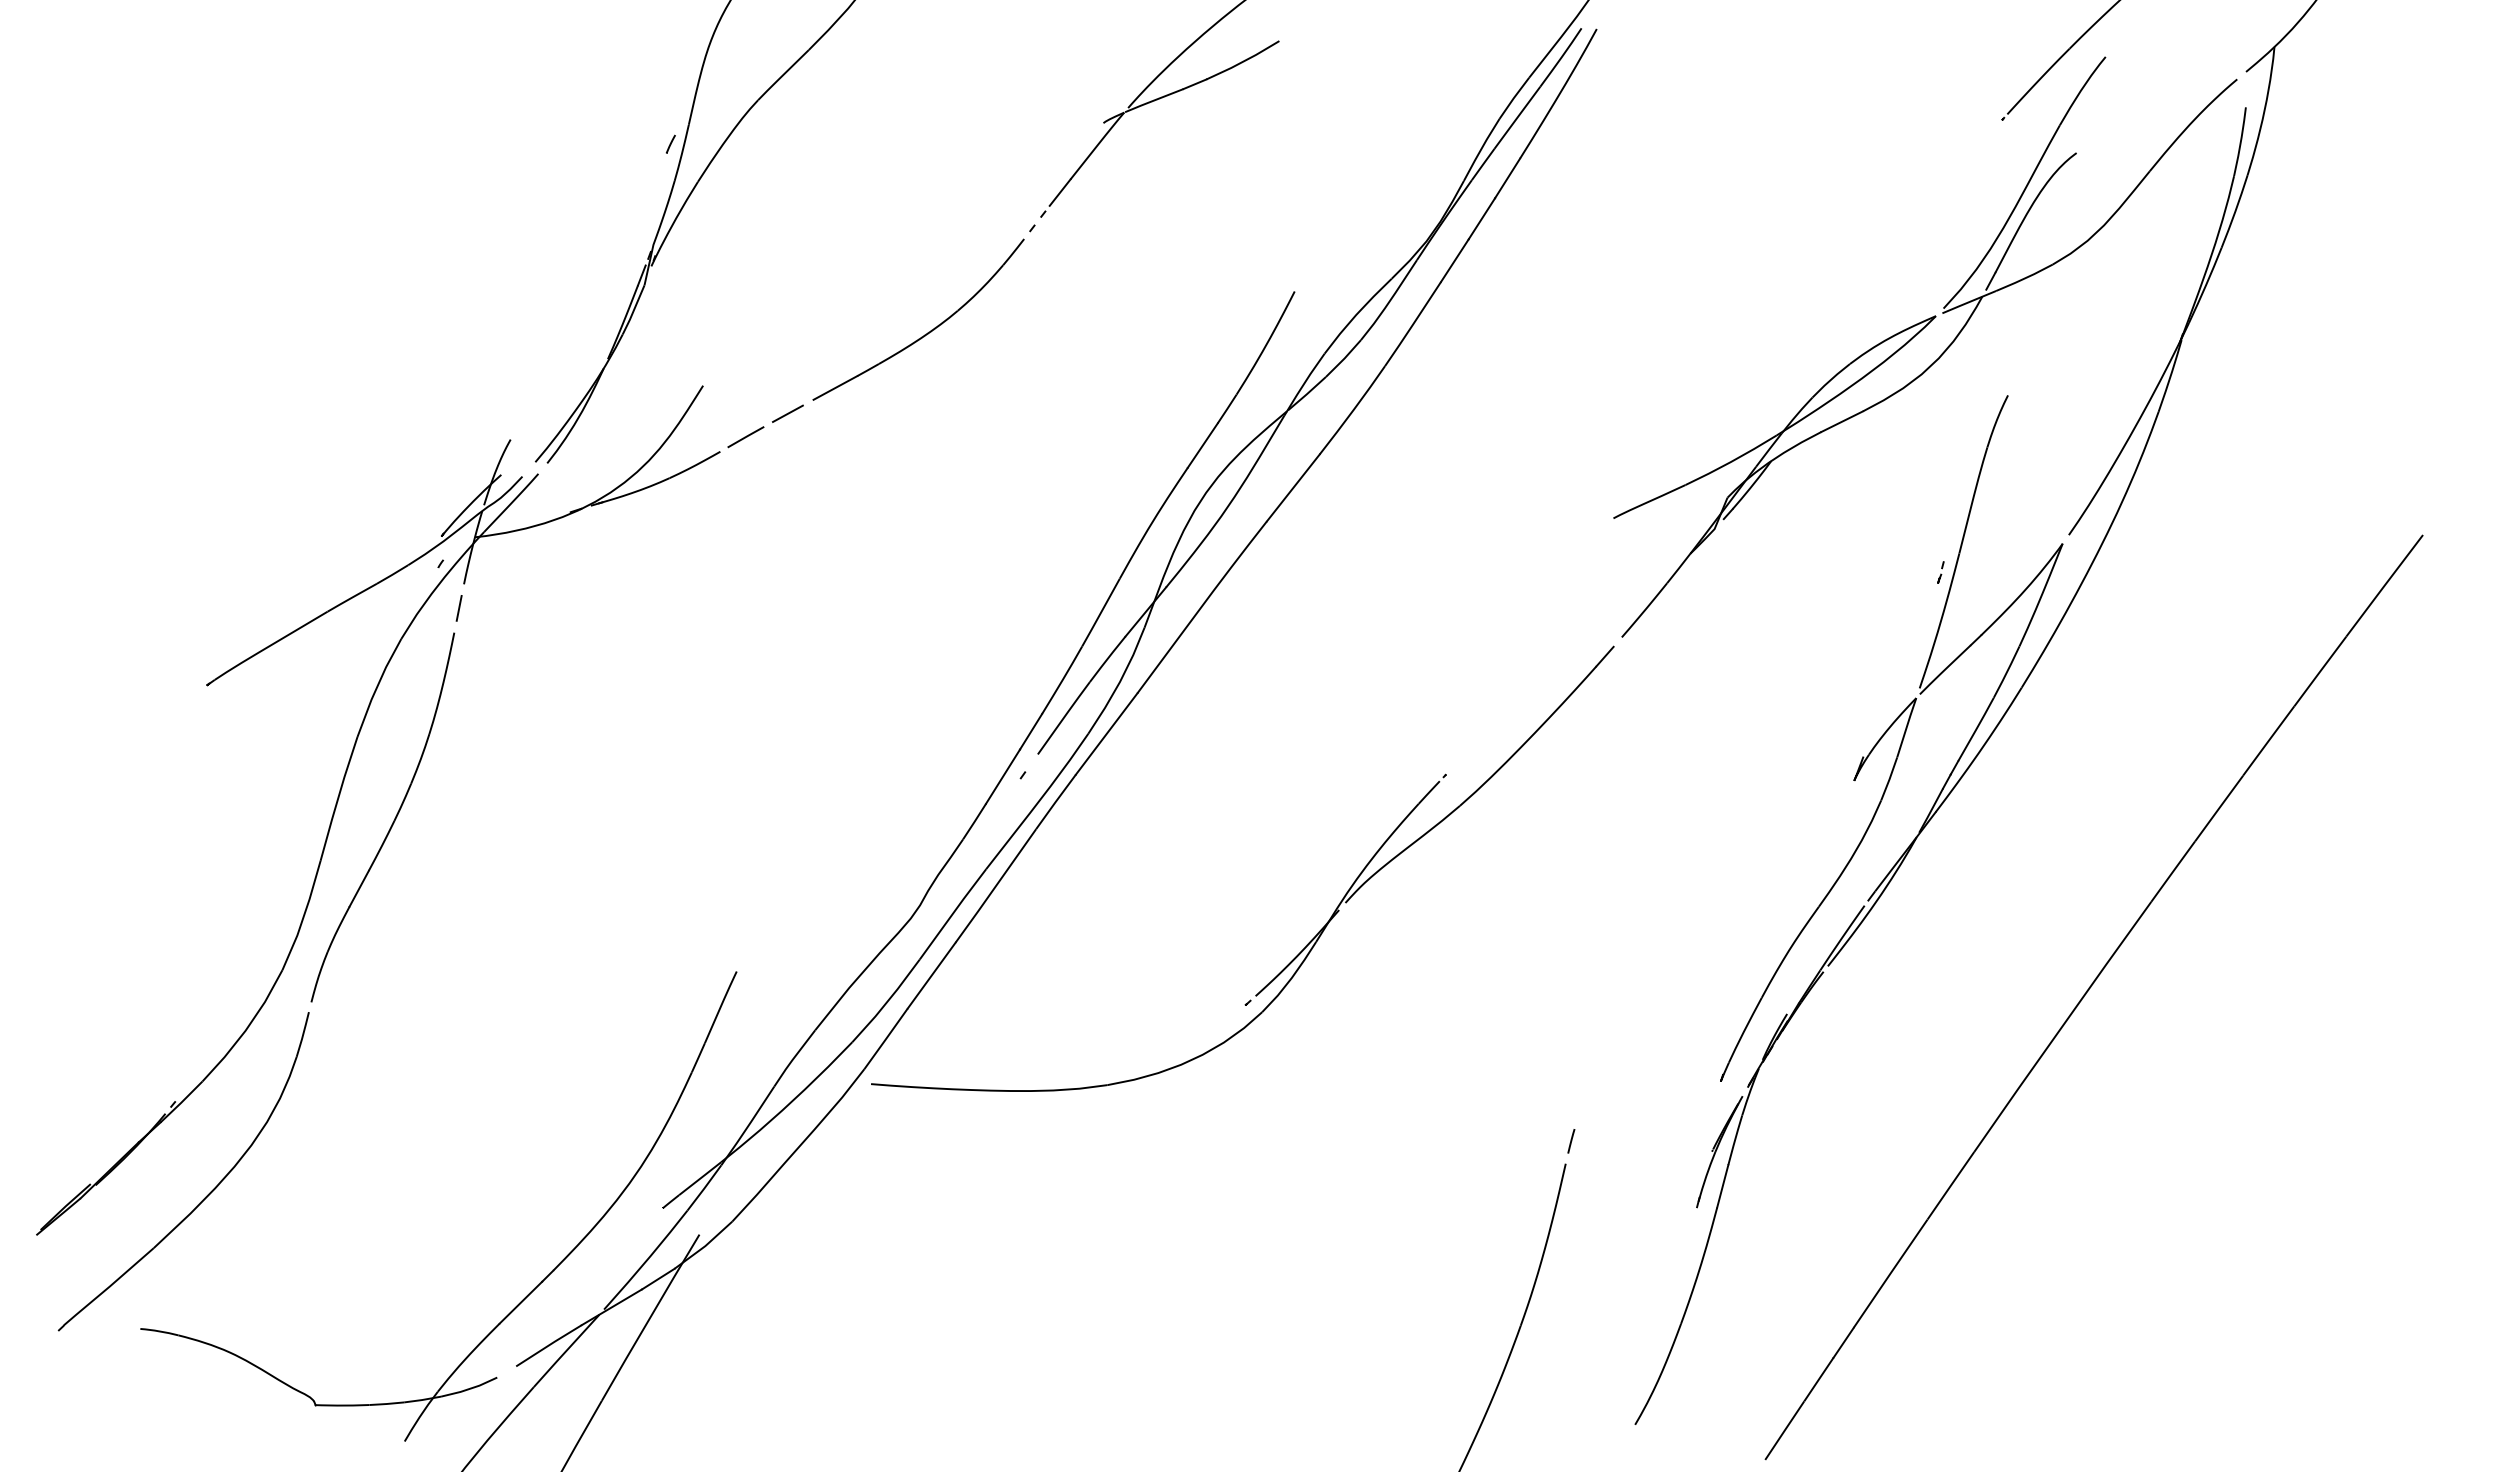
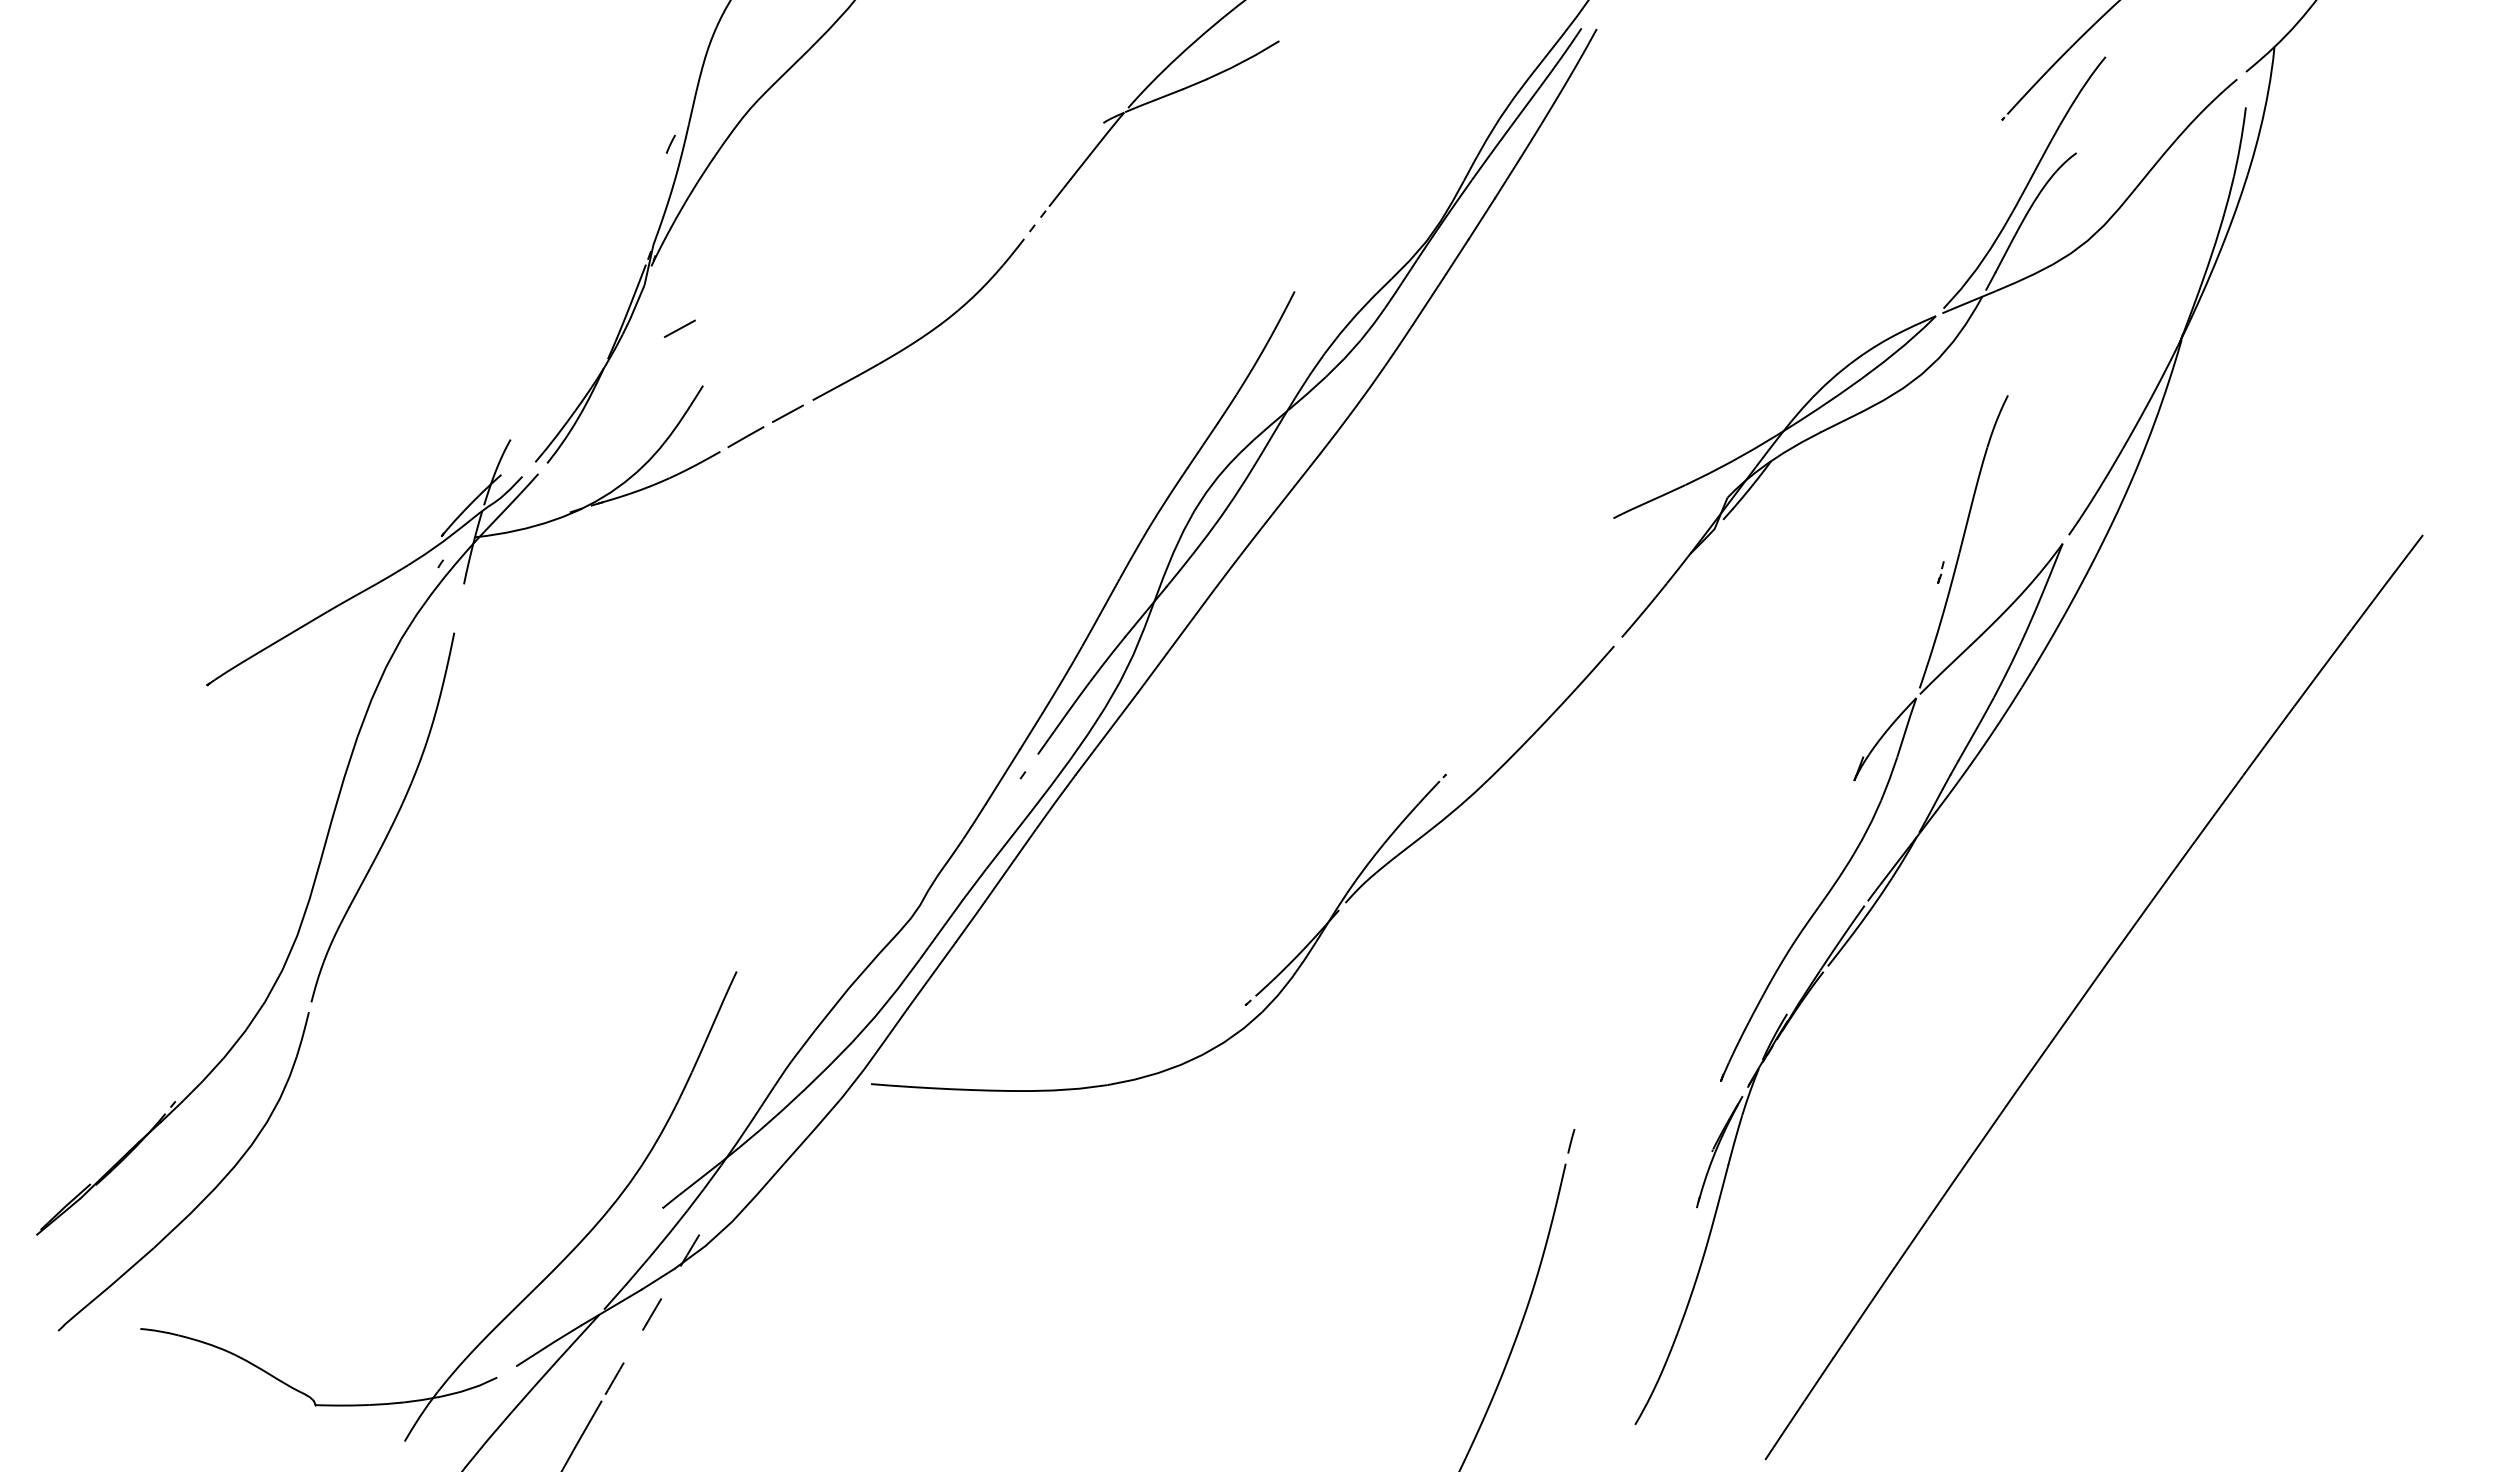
line at (679, 328): none -> present
line at (458, 607): present -> none
arc at (650, 1317): solid -> dashed
